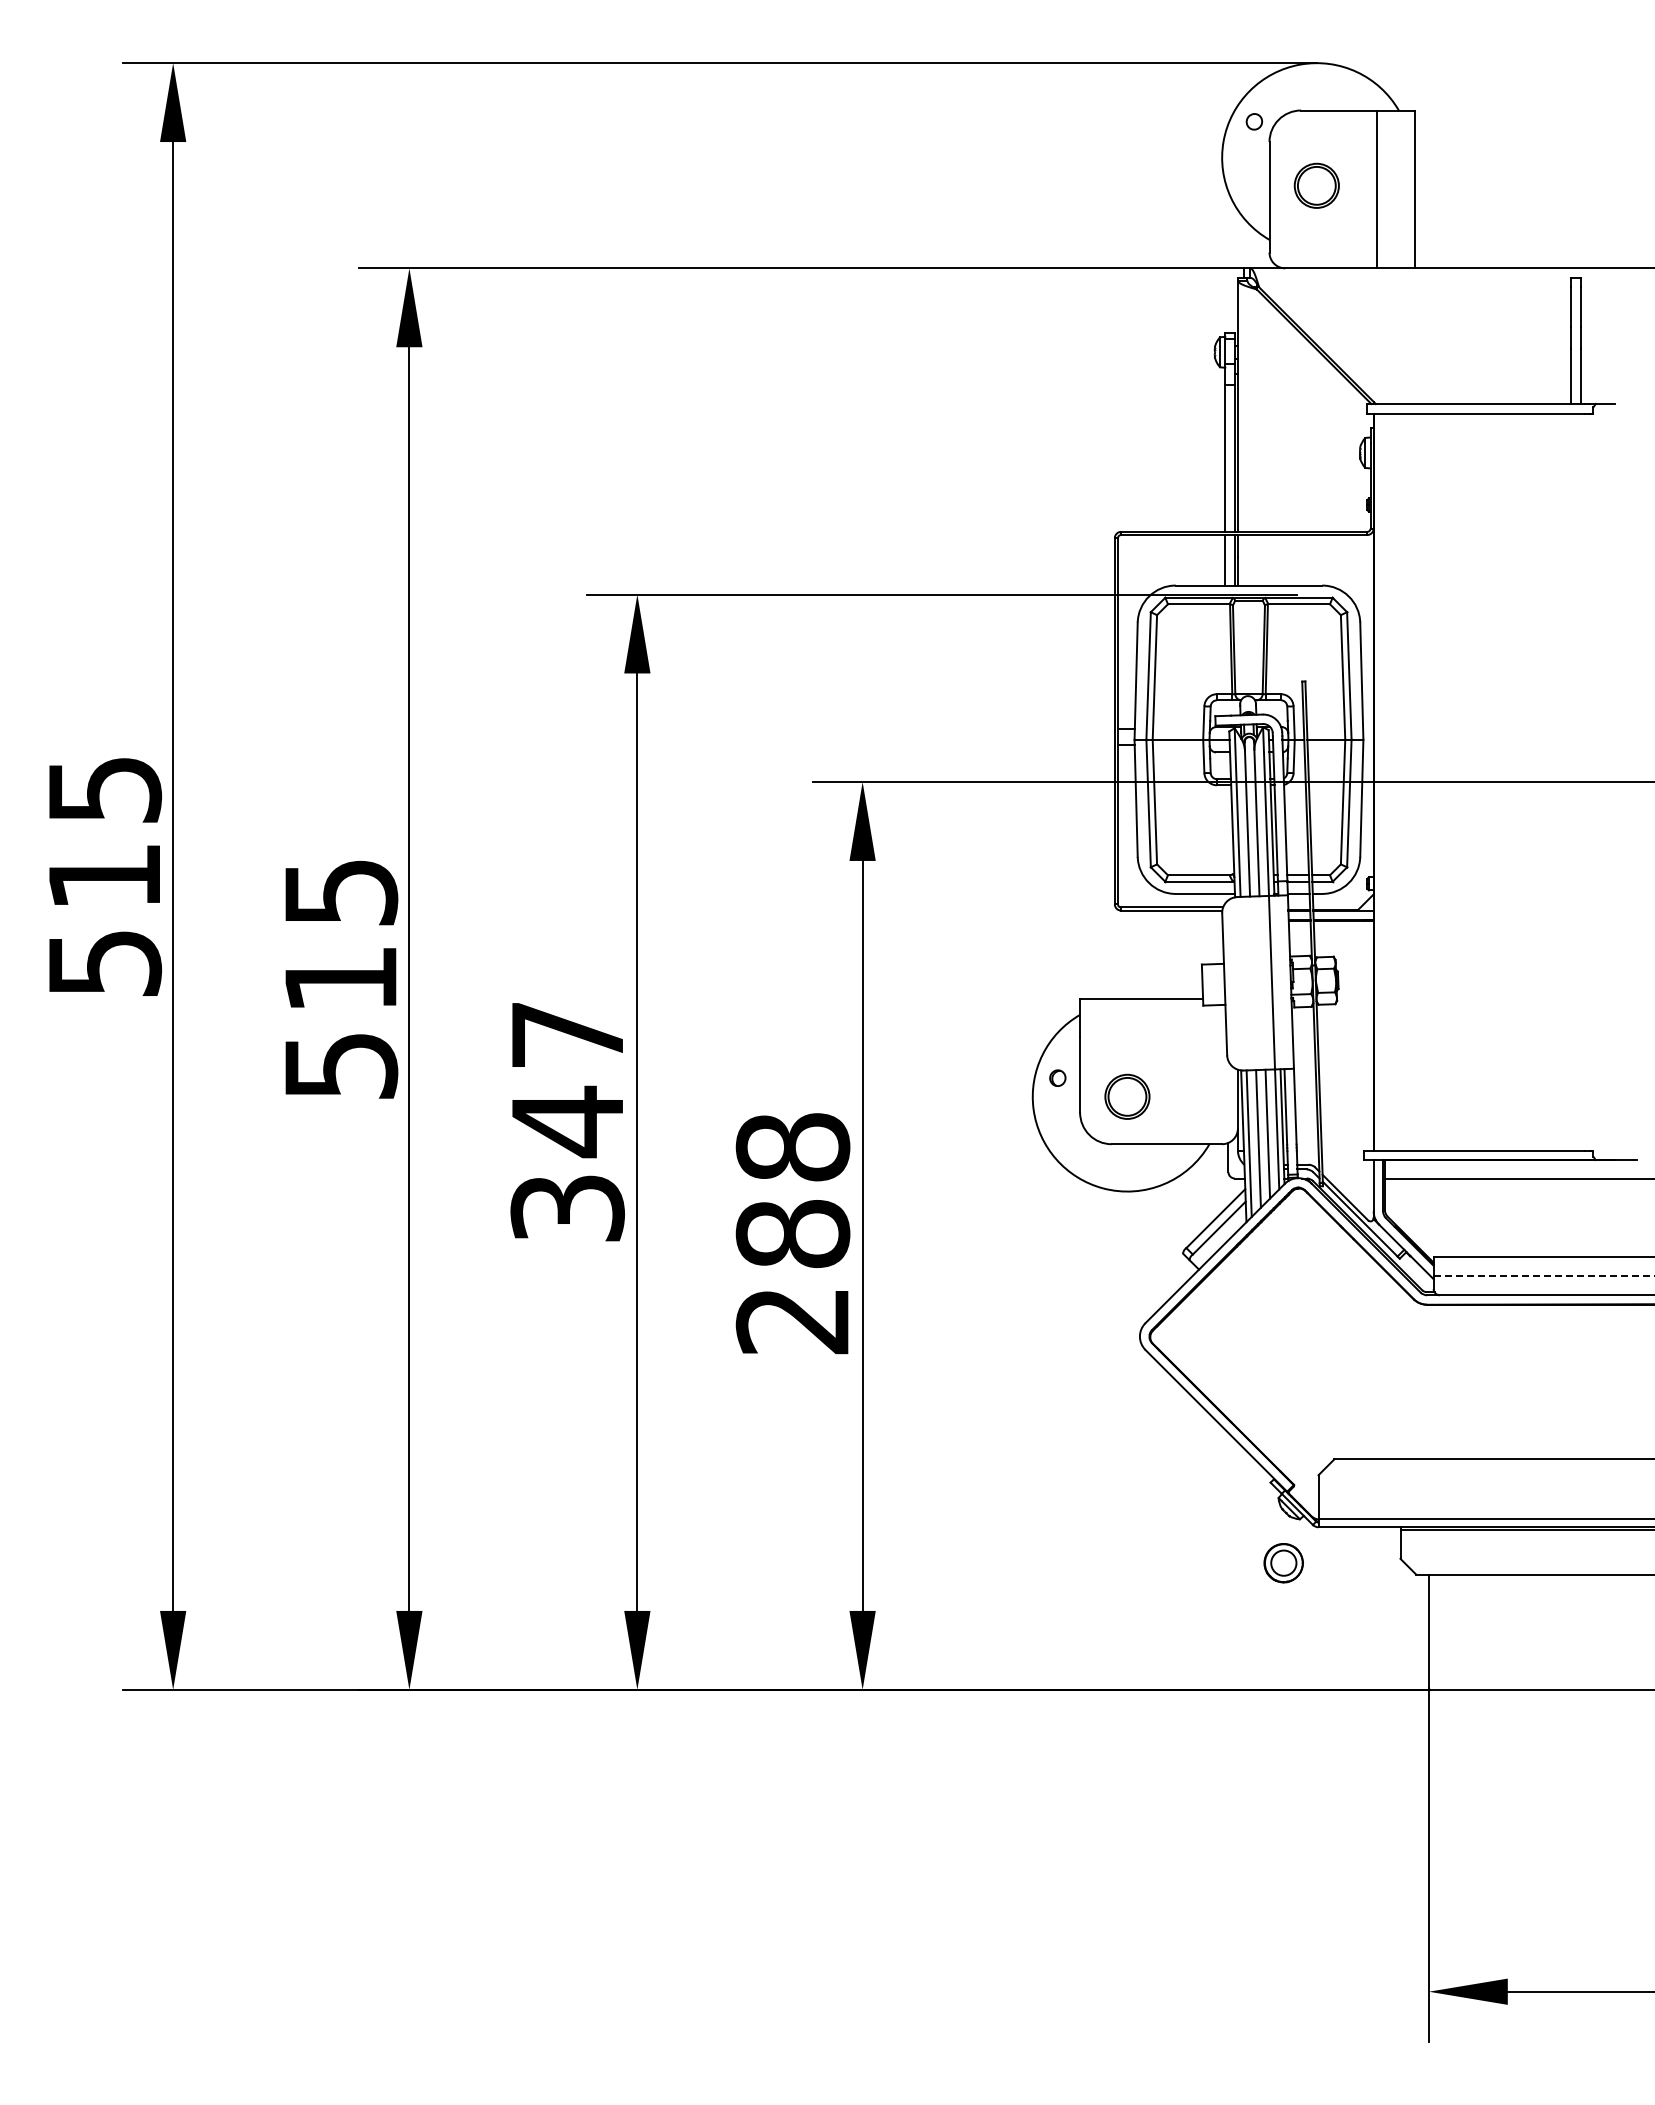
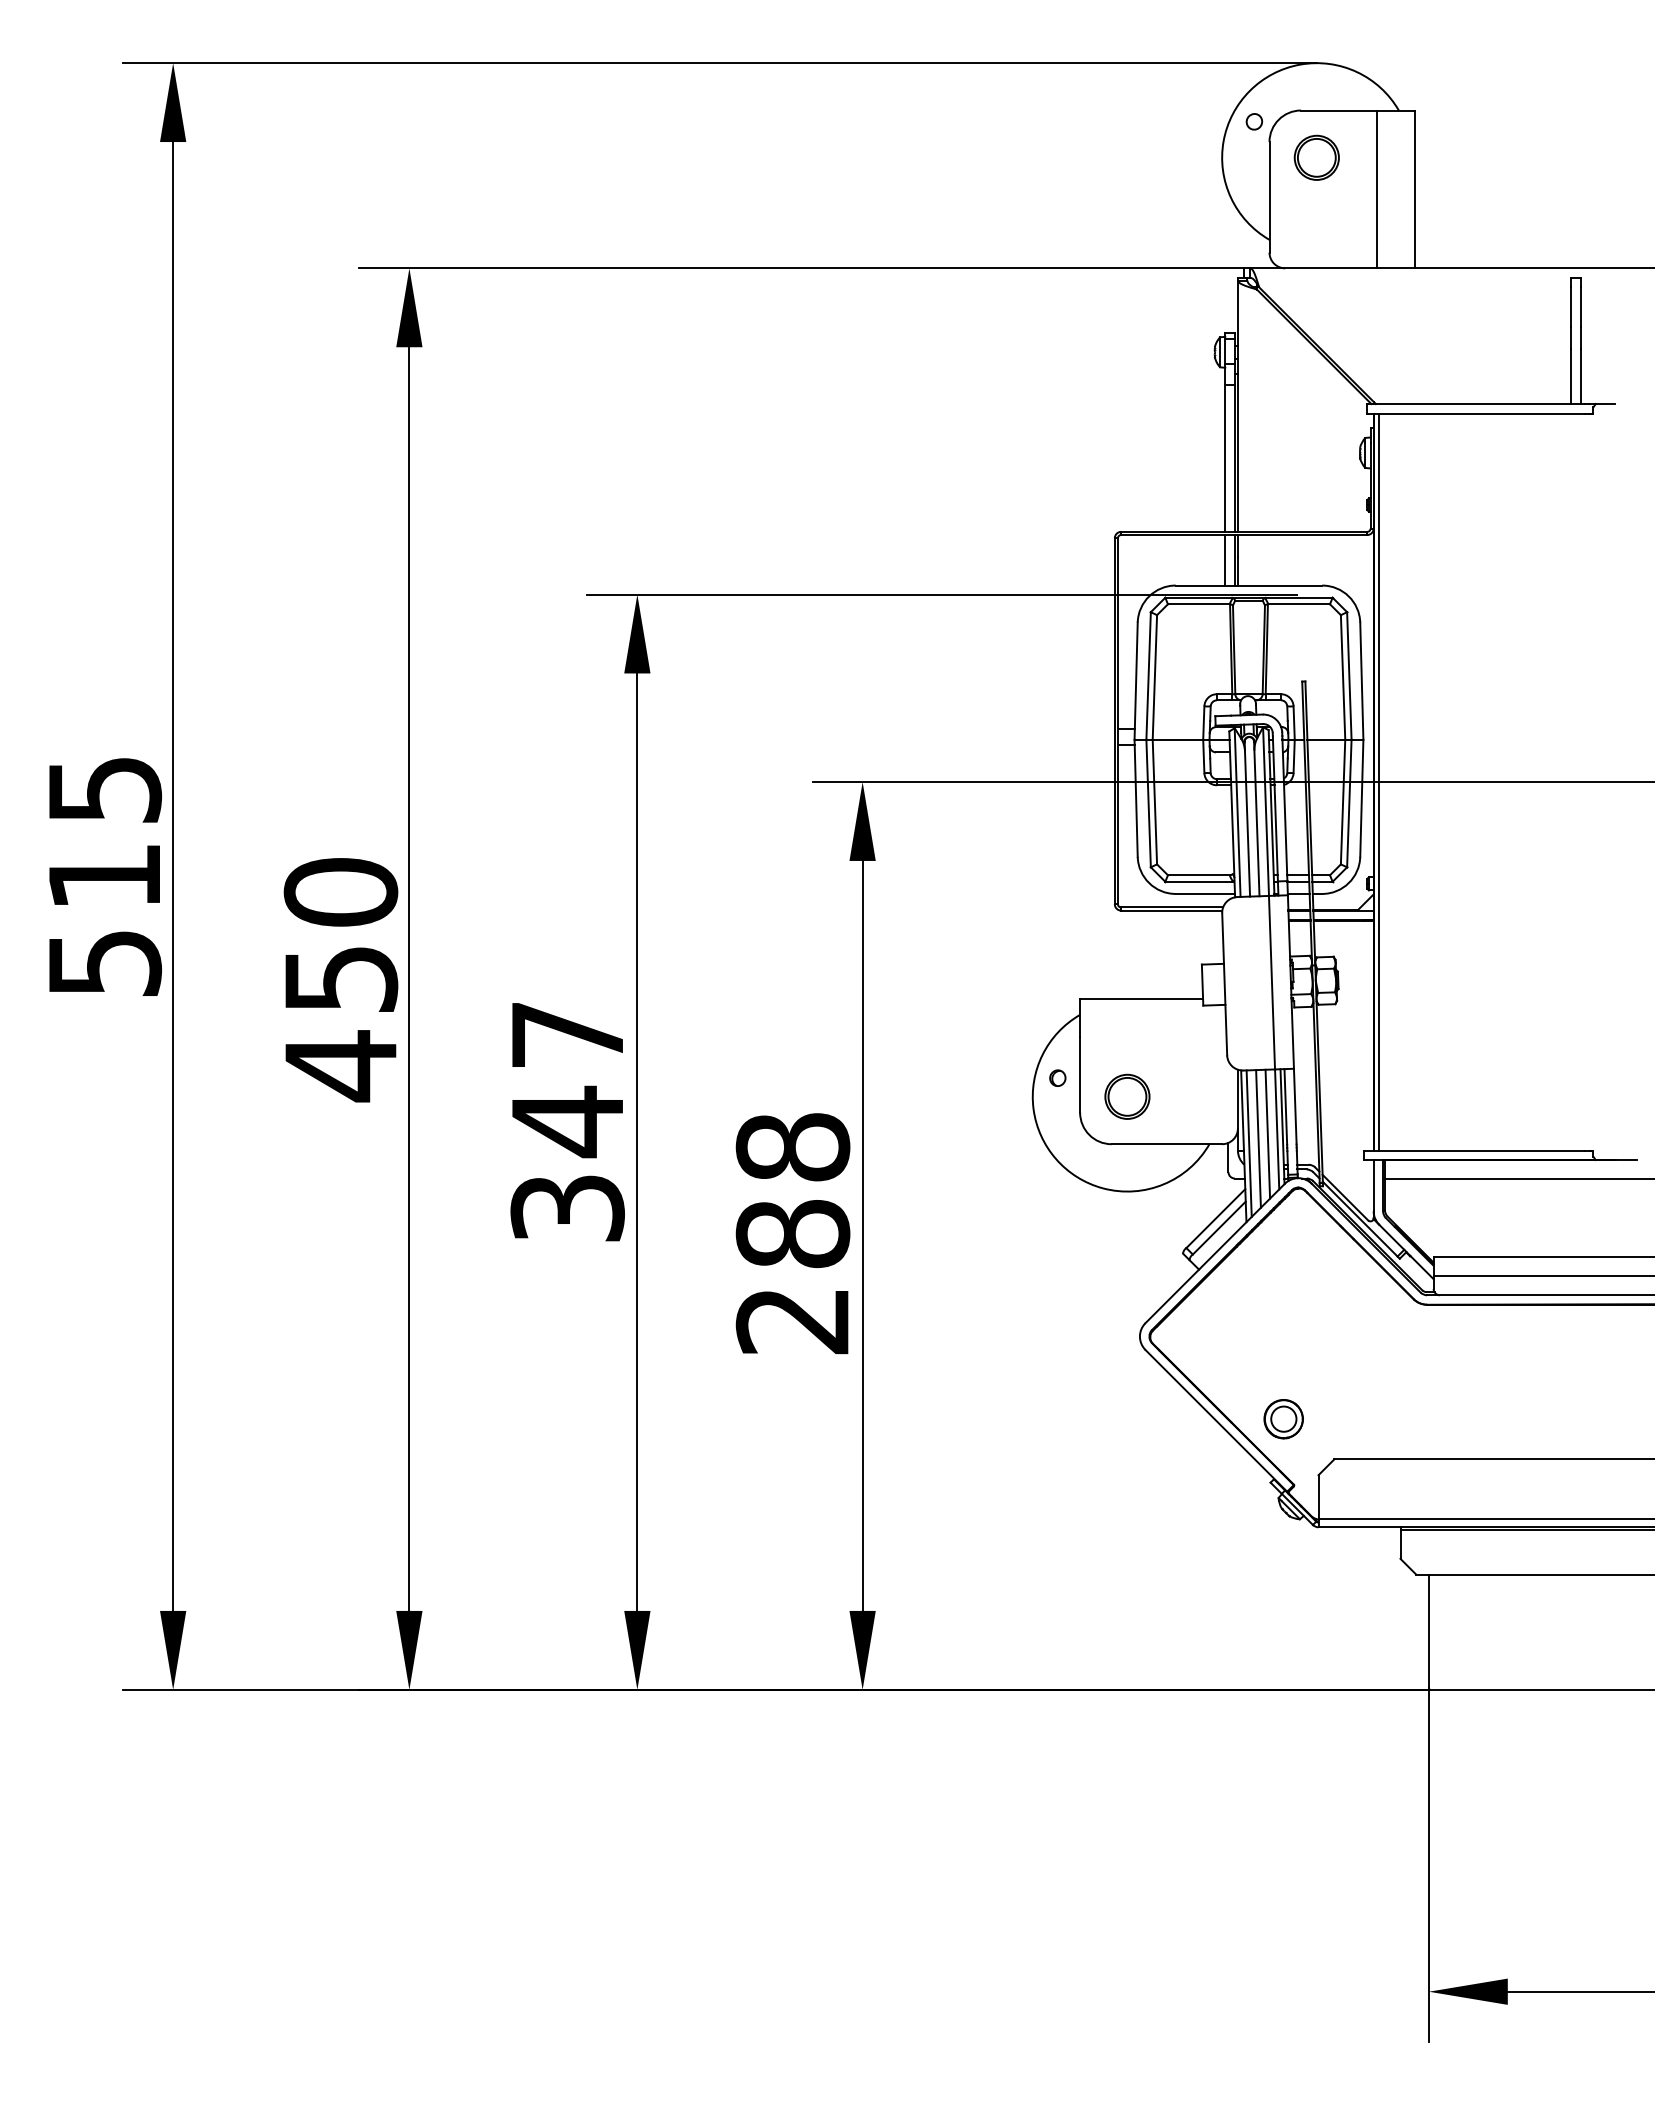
part at (1316, 185) position: (1316, 185) -> (1316, 157)
line at (1379, 781): none -> present
text at (340, 980): 515 -> 450
line at (1544, 1276): dashed -> solid
part at (1283, 1563) position: (1283, 1563) -> (1283, 1419)
